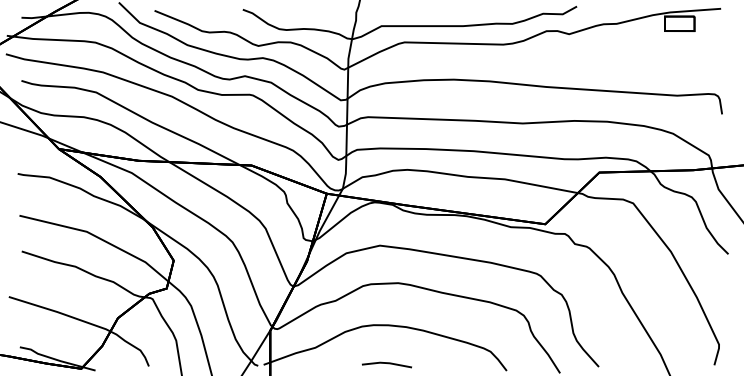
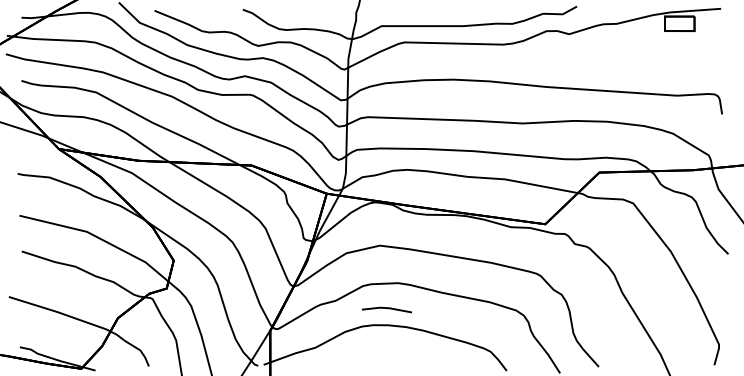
line at (386, 363) position: (386, 363) -> (386, 308)
